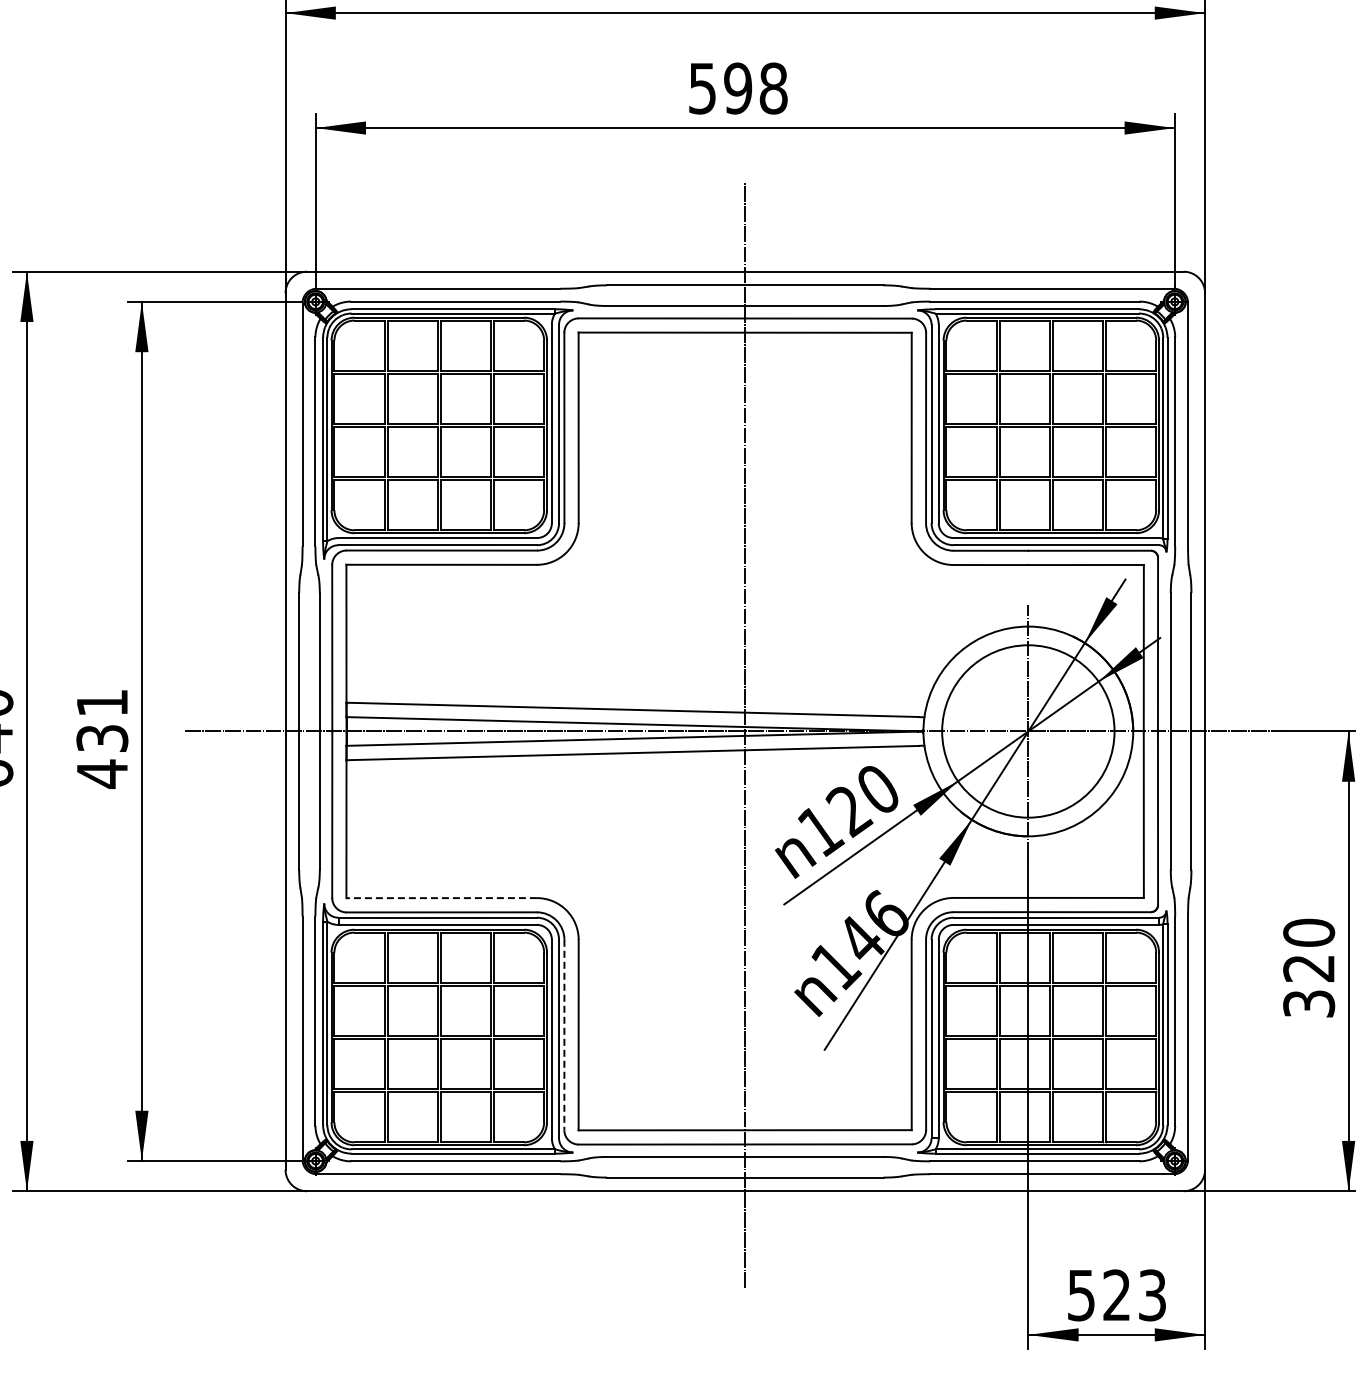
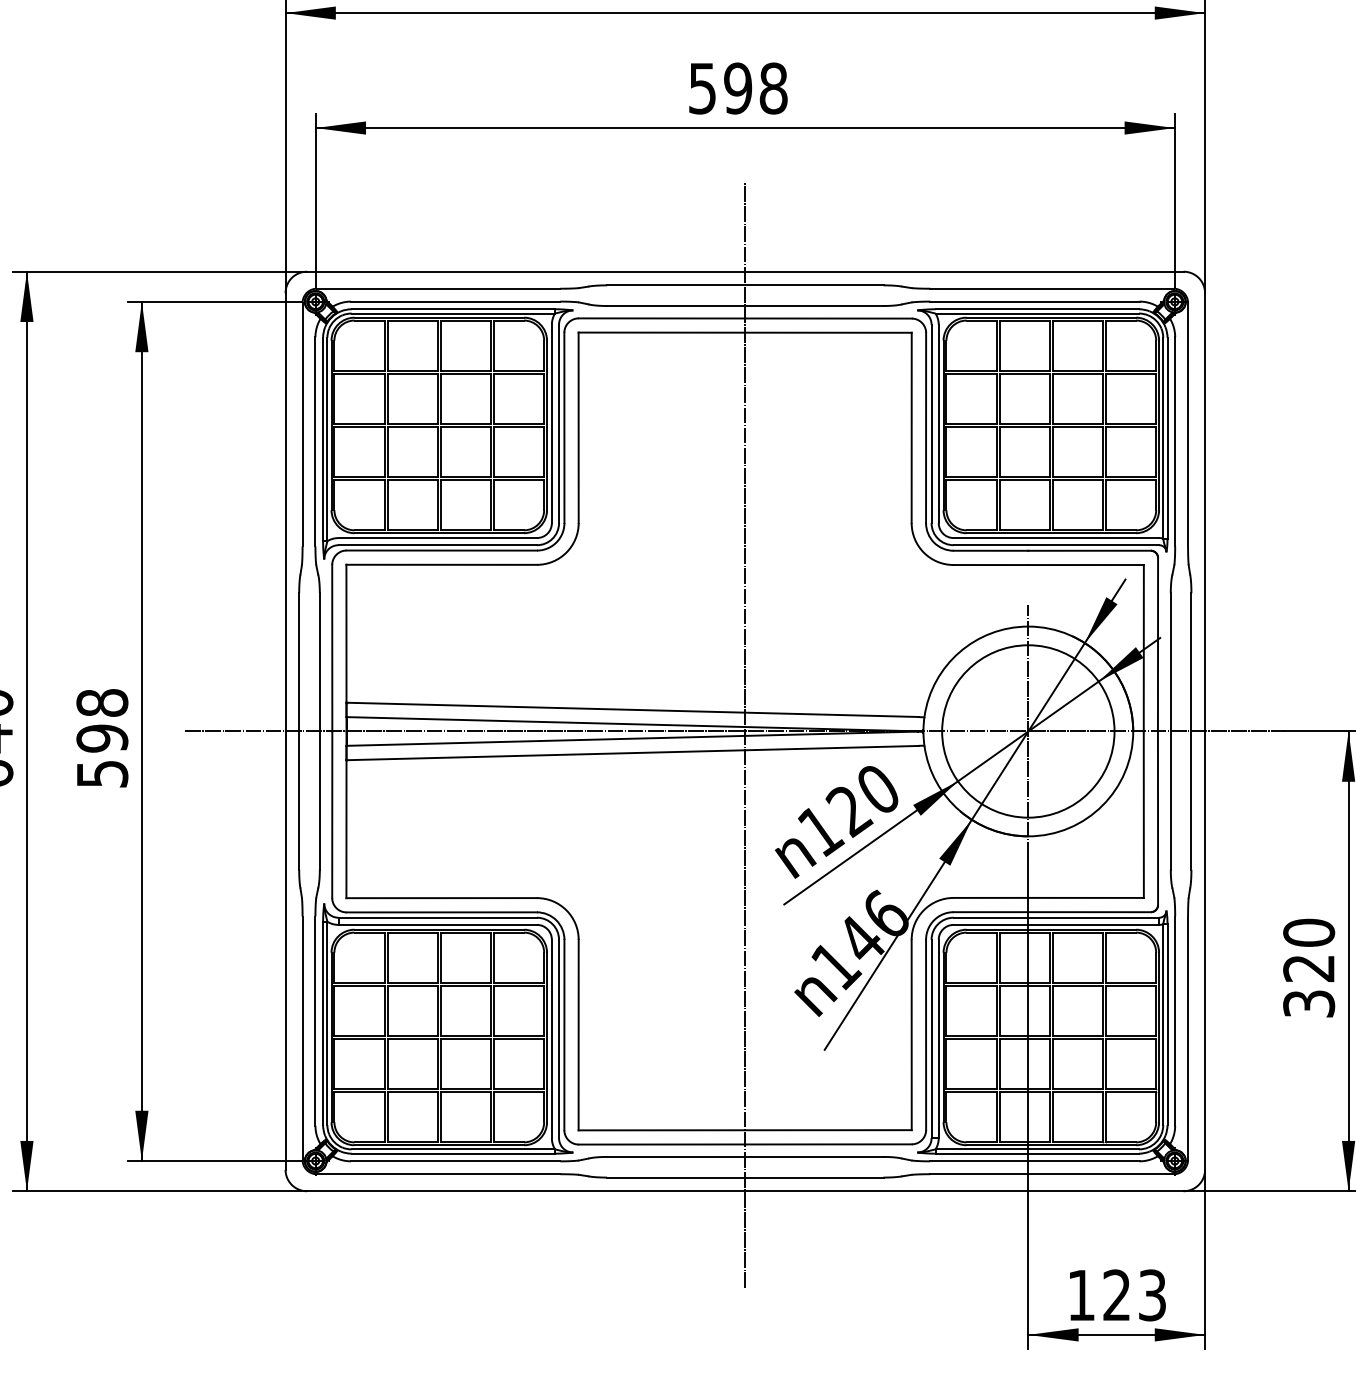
text at (102, 739): 431 -> 598
line at (441, 898): dashed -> solid
line at (564, 1035): dashed -> solid
text at (1081, 1295): 523 -> 123
